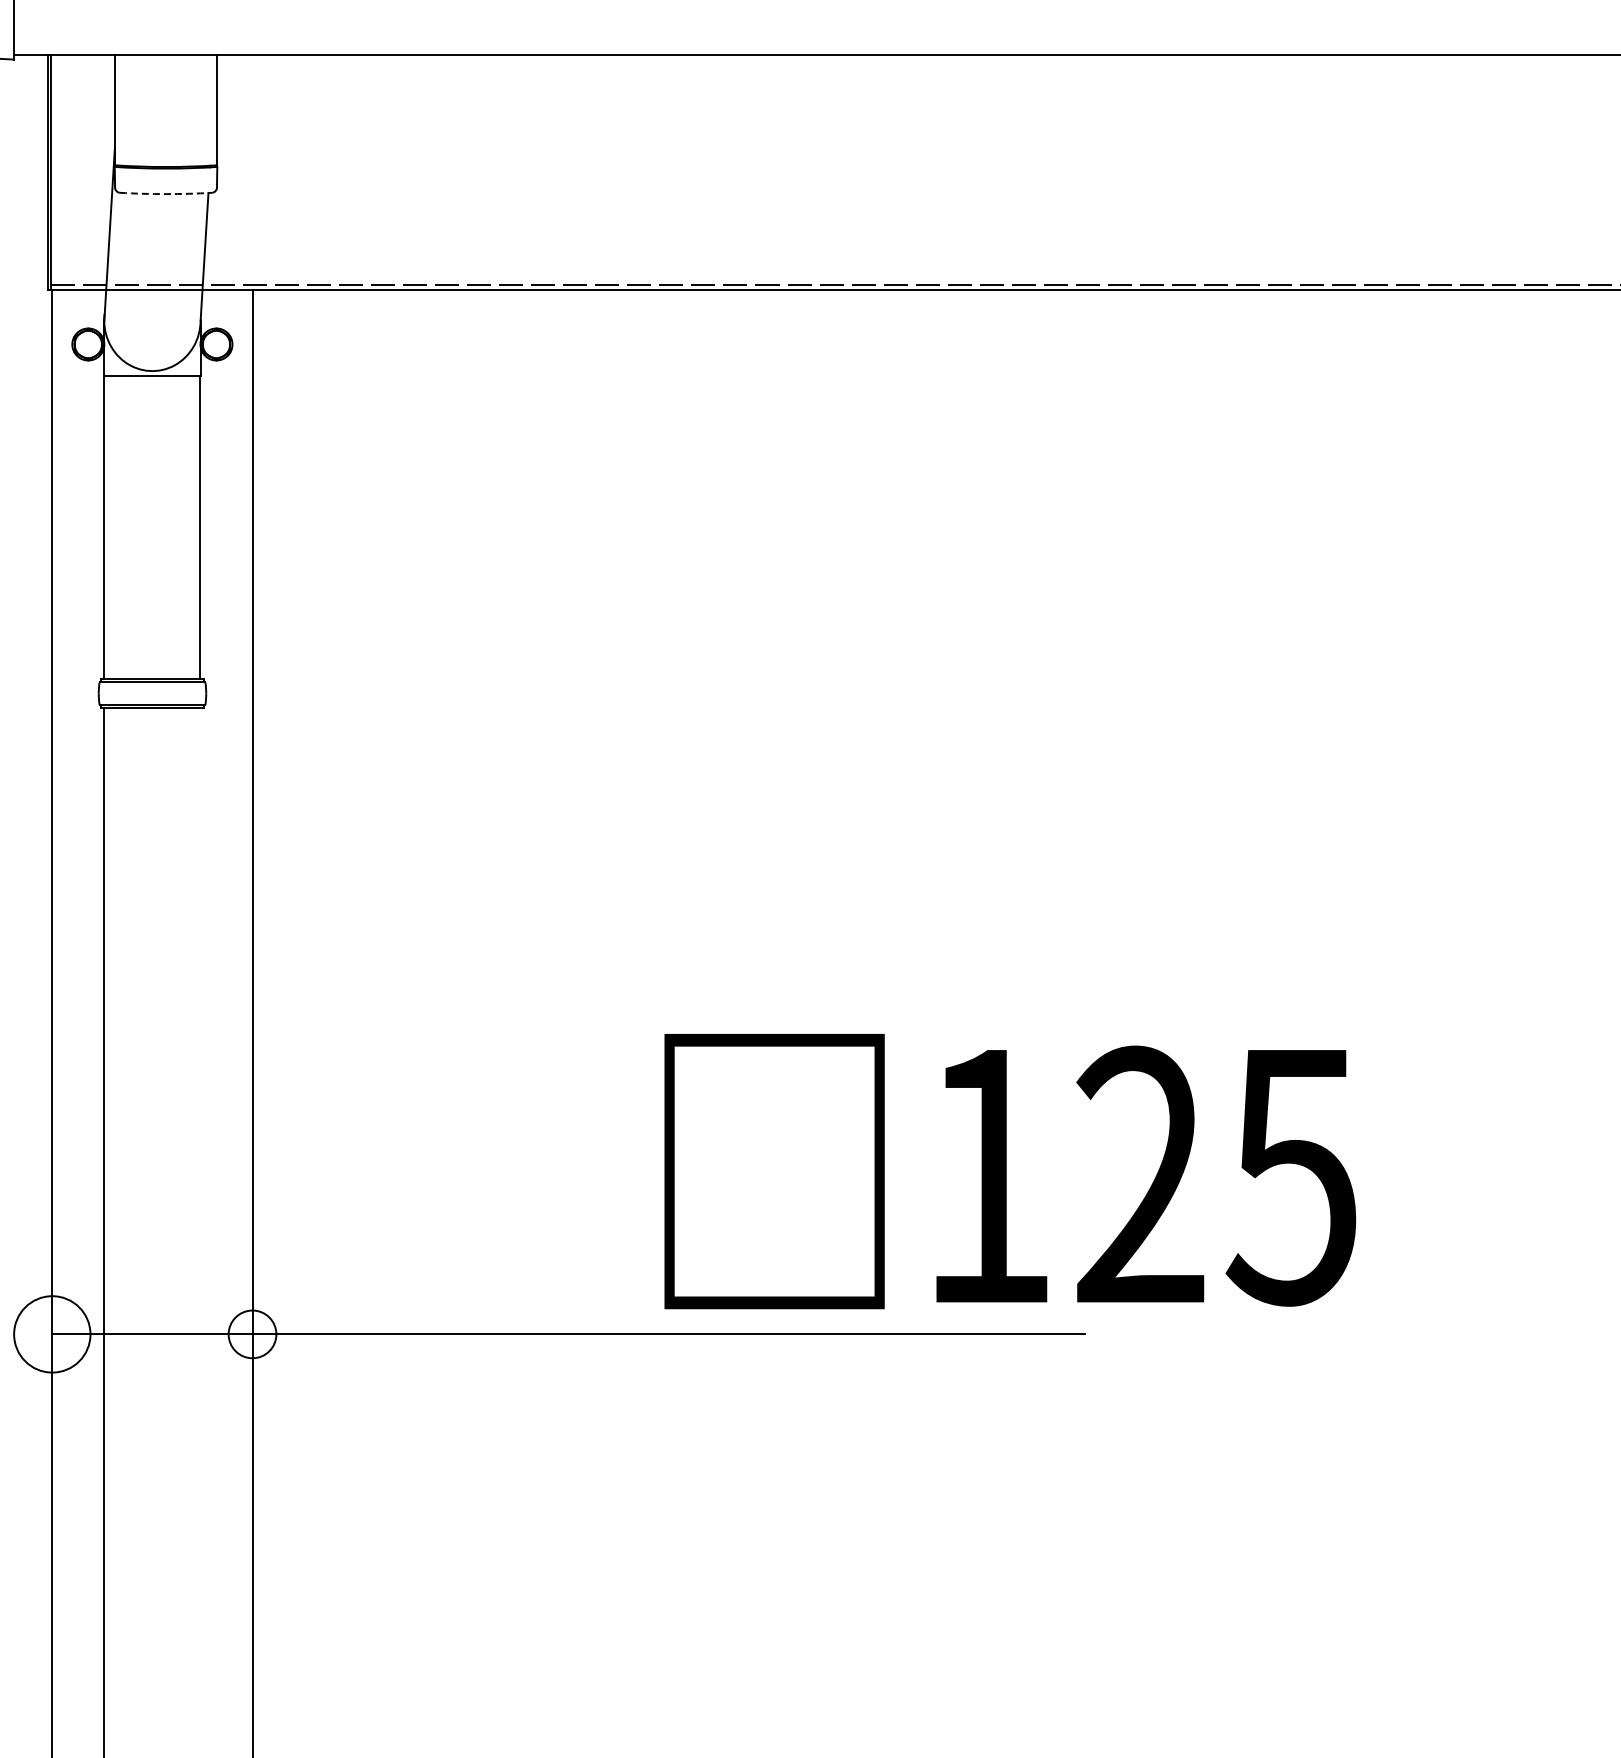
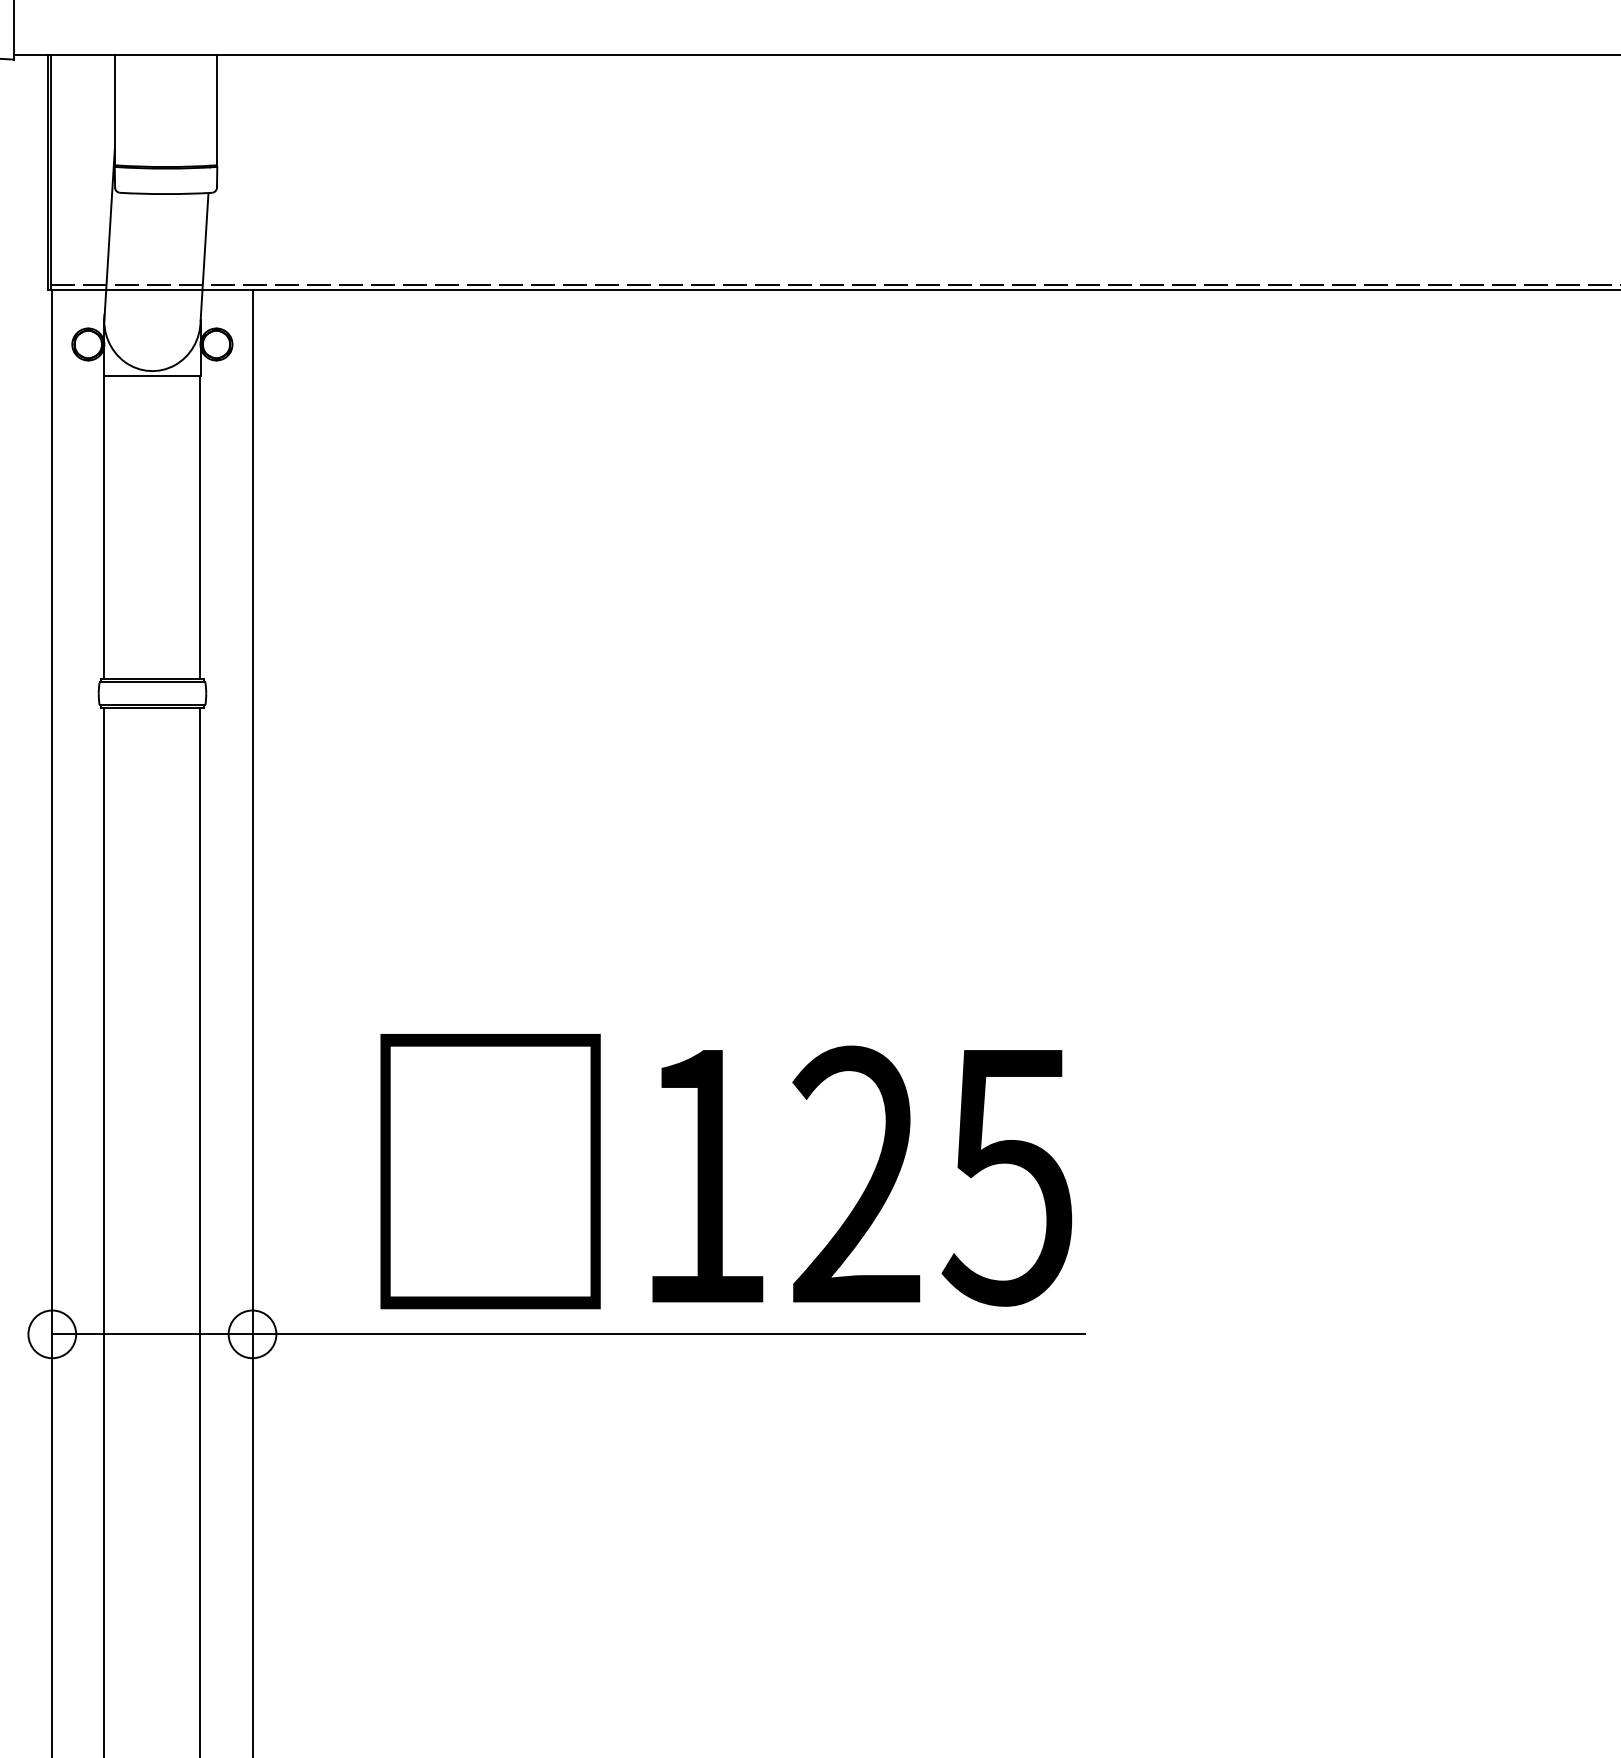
arc at (166, 194): dashed -> solid
text at (1010, 1171) position: (1010, 1171) -> (726, 1171)
line at (200, 1231): none -> present
circle at (52, 1334) diameter: 76 px -> 48 px
